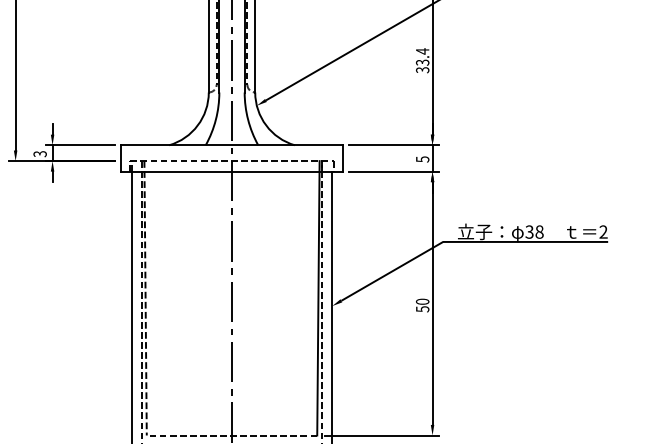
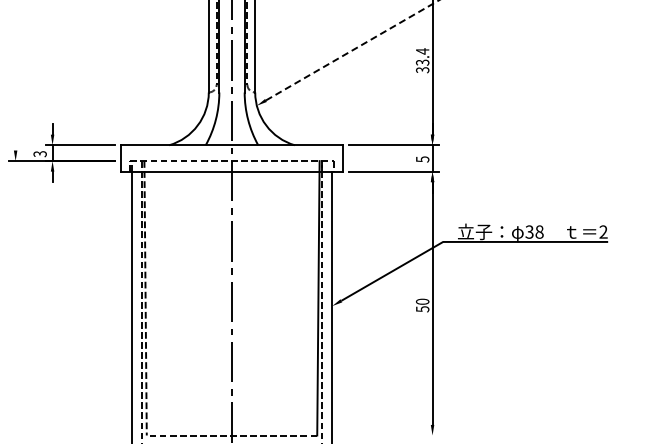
line at (353, 49): solid -> dashed
line at (15, 76): present -> none
line at (382, 435): present -> none
